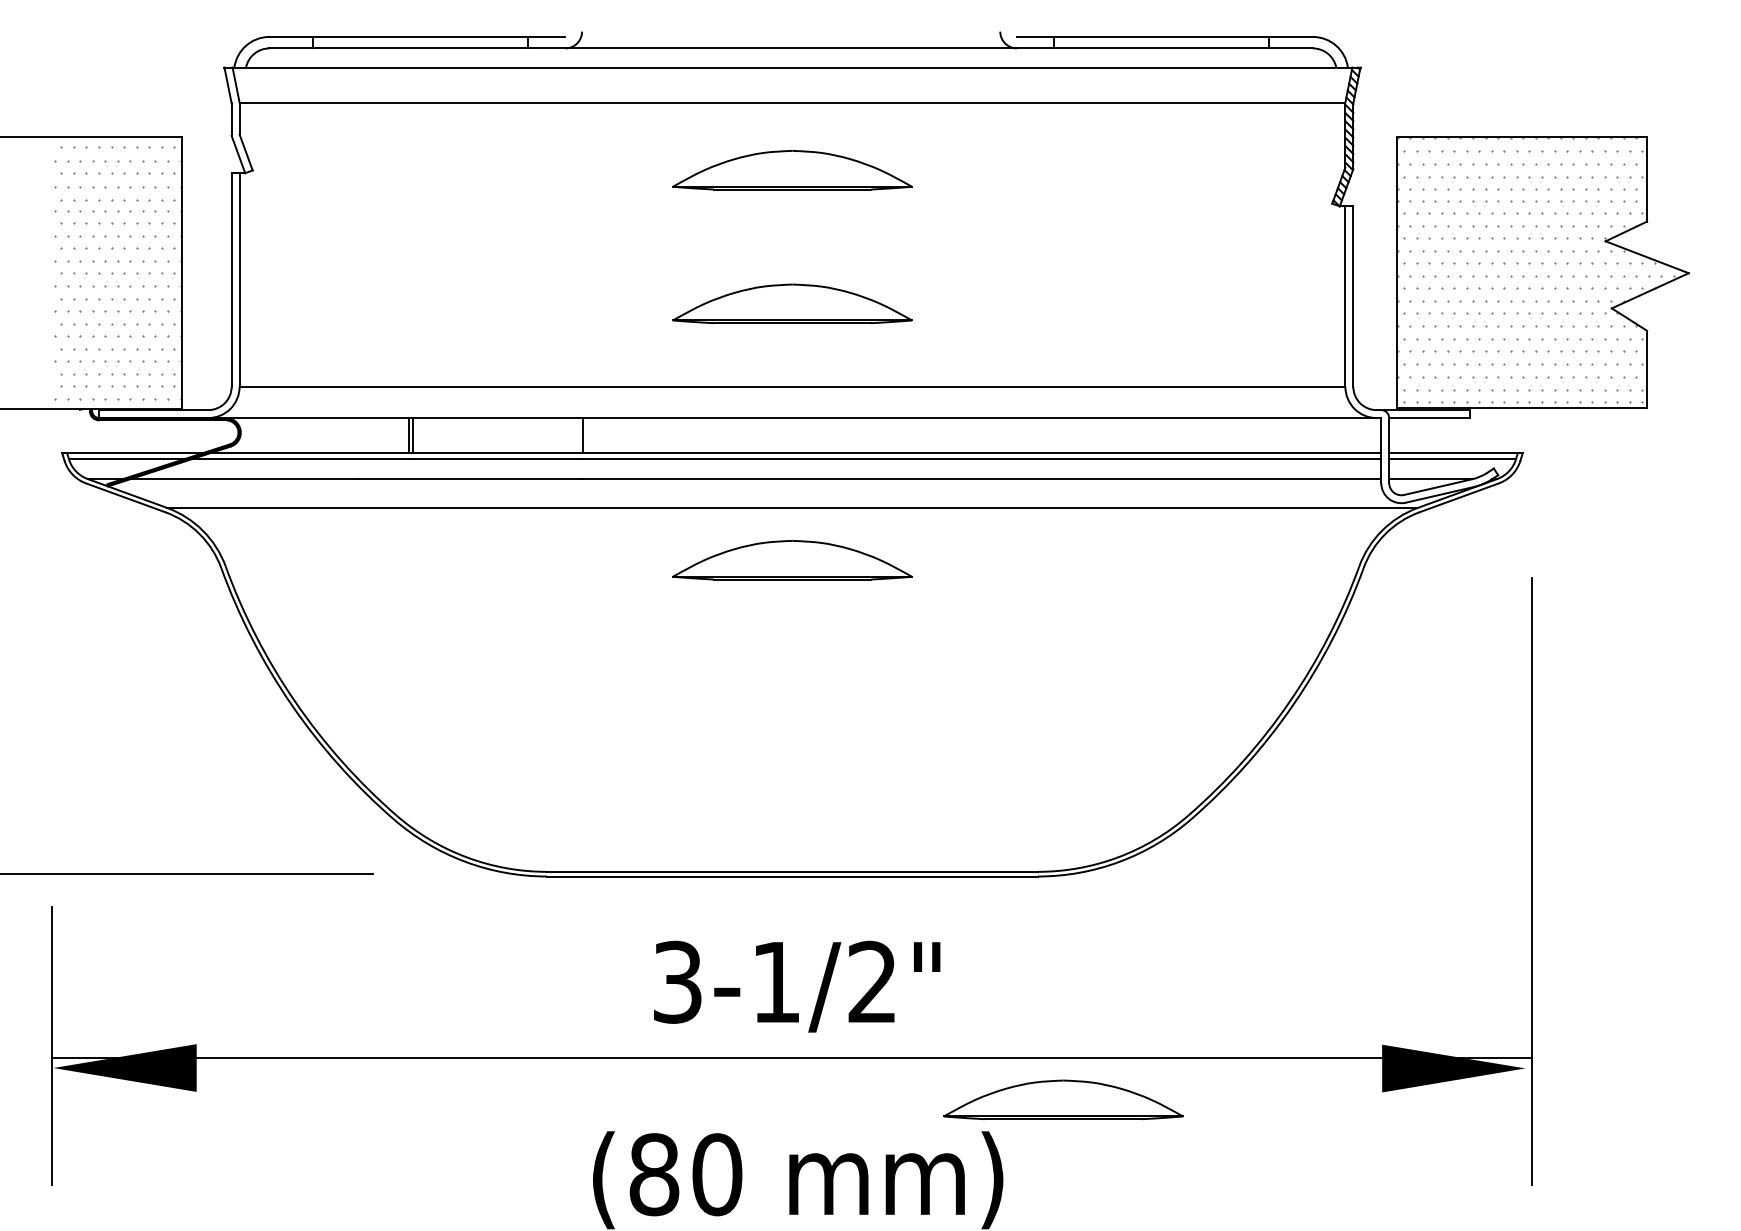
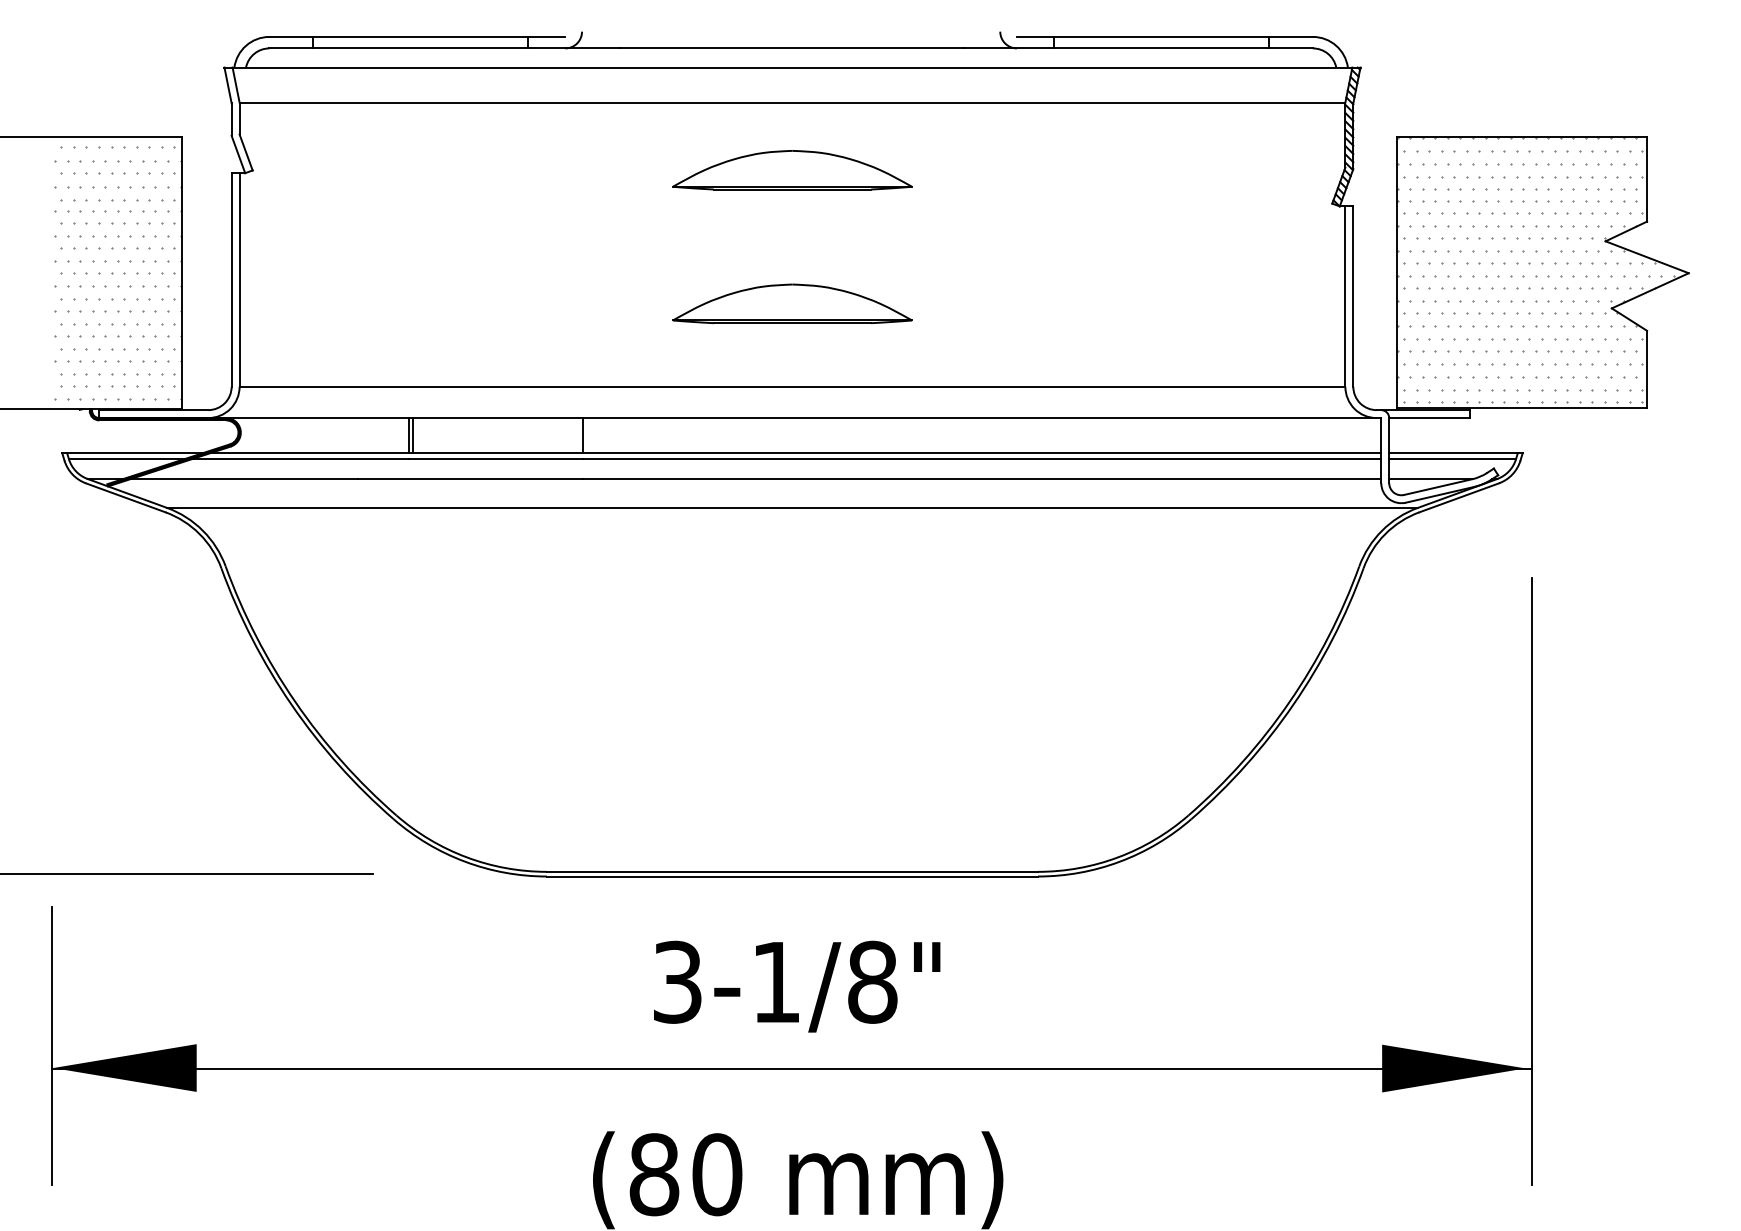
part at (792, 560): present -> none
text at (872, 981): 3-1/2" -> 3-1/8"
line at (792, 1057) position: (792, 1057) -> (792, 1068)
part at (1063, 1099): present -> none
